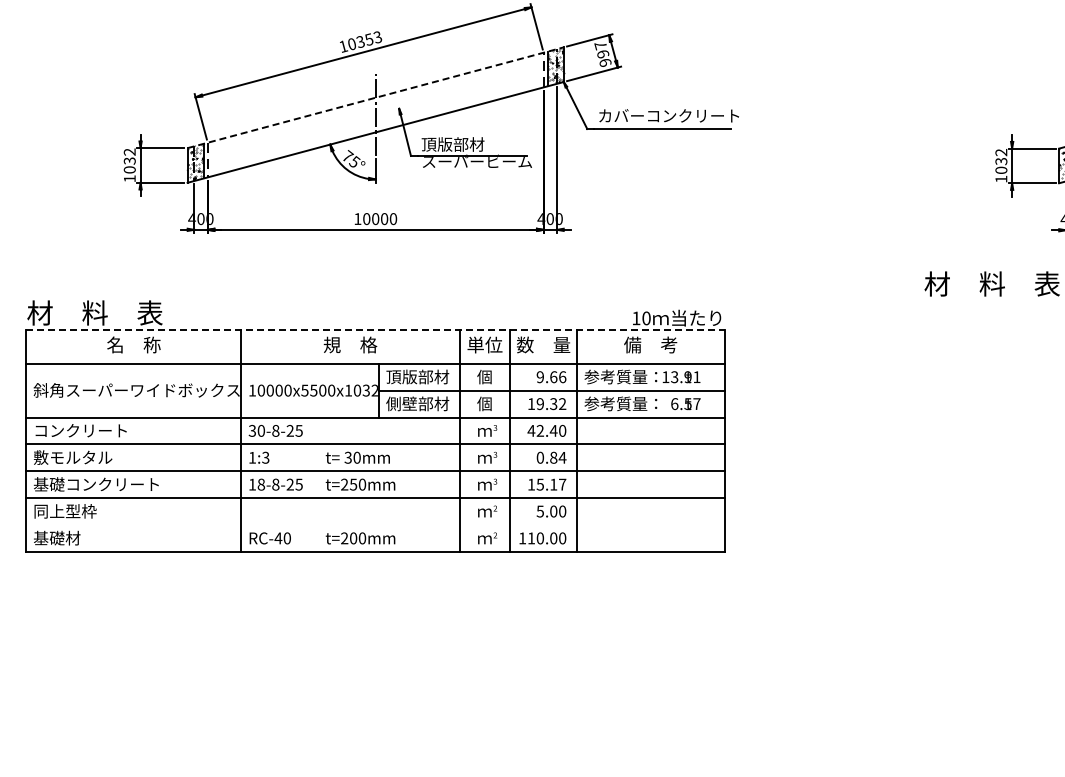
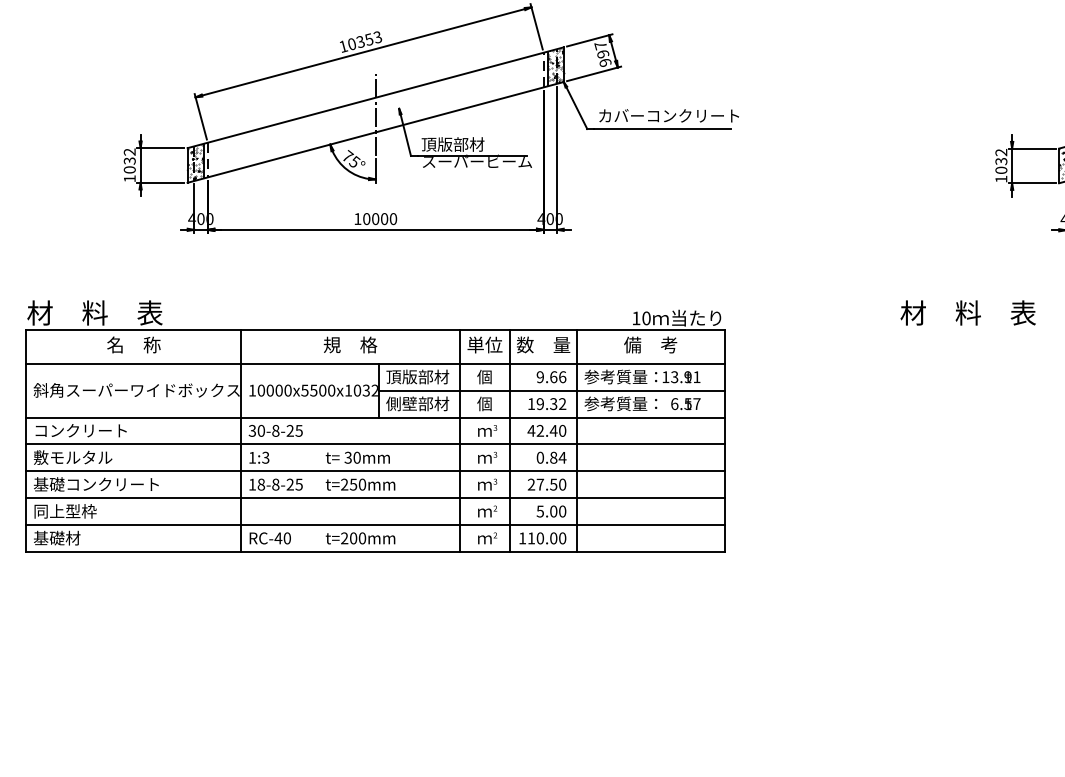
line at (375, 97): dashed -> solid
text at (991, 283) position: (991, 283) -> (967, 312)
line at (376, 330): dashed -> solid
text at (546, 484): 15.17 -> 27.50
line at (375, 524): none -> present
